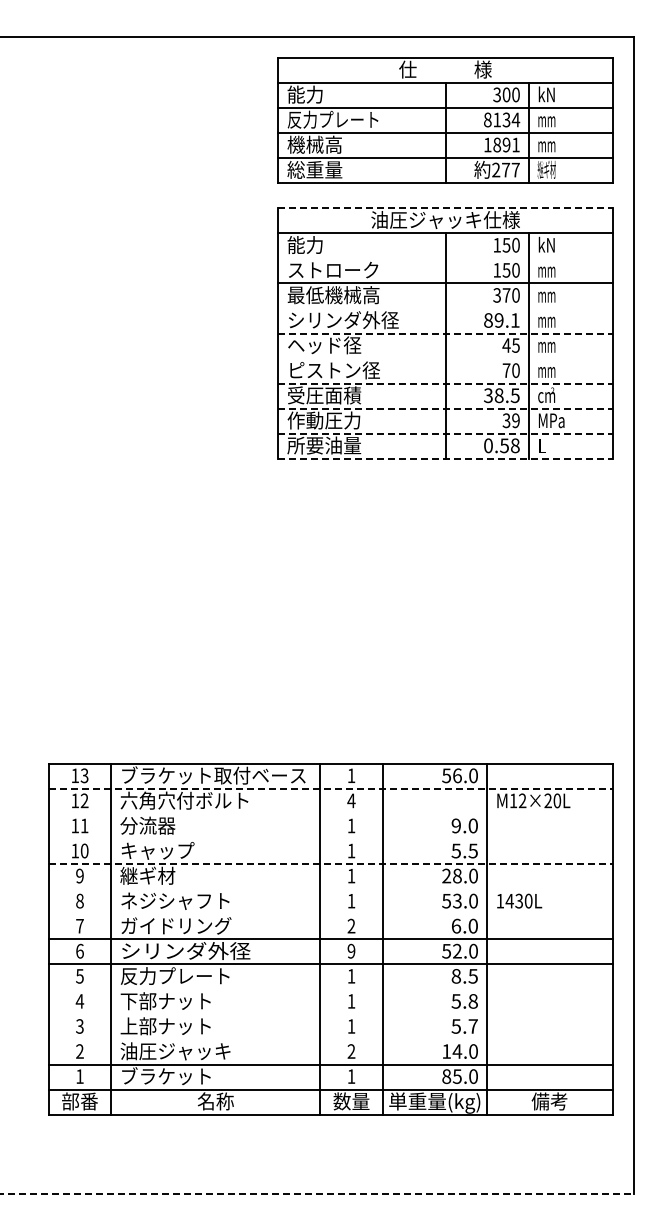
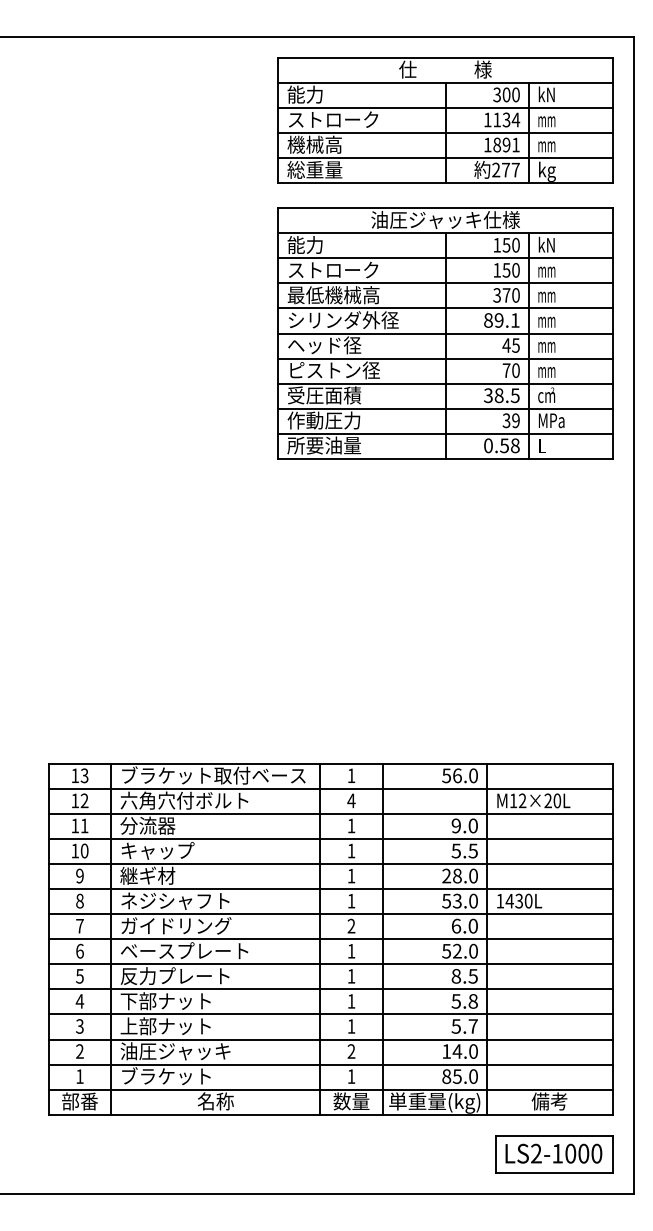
text at (332, 119): 反力プレート -> ストローク
text at (487, 119): 8134 -> 1134
text at (546, 170): 継ギ材 -> kg
line at (446, 208): dashed -> solid
line at (445, 258): none -> present
line at (445, 308): none -> present
line at (446, 333): dashed -> solid
line at (445, 358): none -> present
line at (446, 383): dashed -> solid
line at (446, 408): dashed -> solid
line at (446, 433): dashed -> solid
line at (446, 458): dashed -> solid
line at (330, 788): dashed -> solid
line at (330, 813): none -> present
line at (330, 838): none -> present
line at (330, 864): dashed -> solid
line at (330, 889): none -> present
line at (330, 914): none -> present
text at (185, 950): シリンダ外径 -> ベースプレート
text at (351, 950): 9 -> 1
line at (330, 989): none -> present
line at (330, 1014): none -> present
line at (330, 1039): none -> present
part at (554, 1154): none -> present
line at (317, 1194): dashed -> solid
